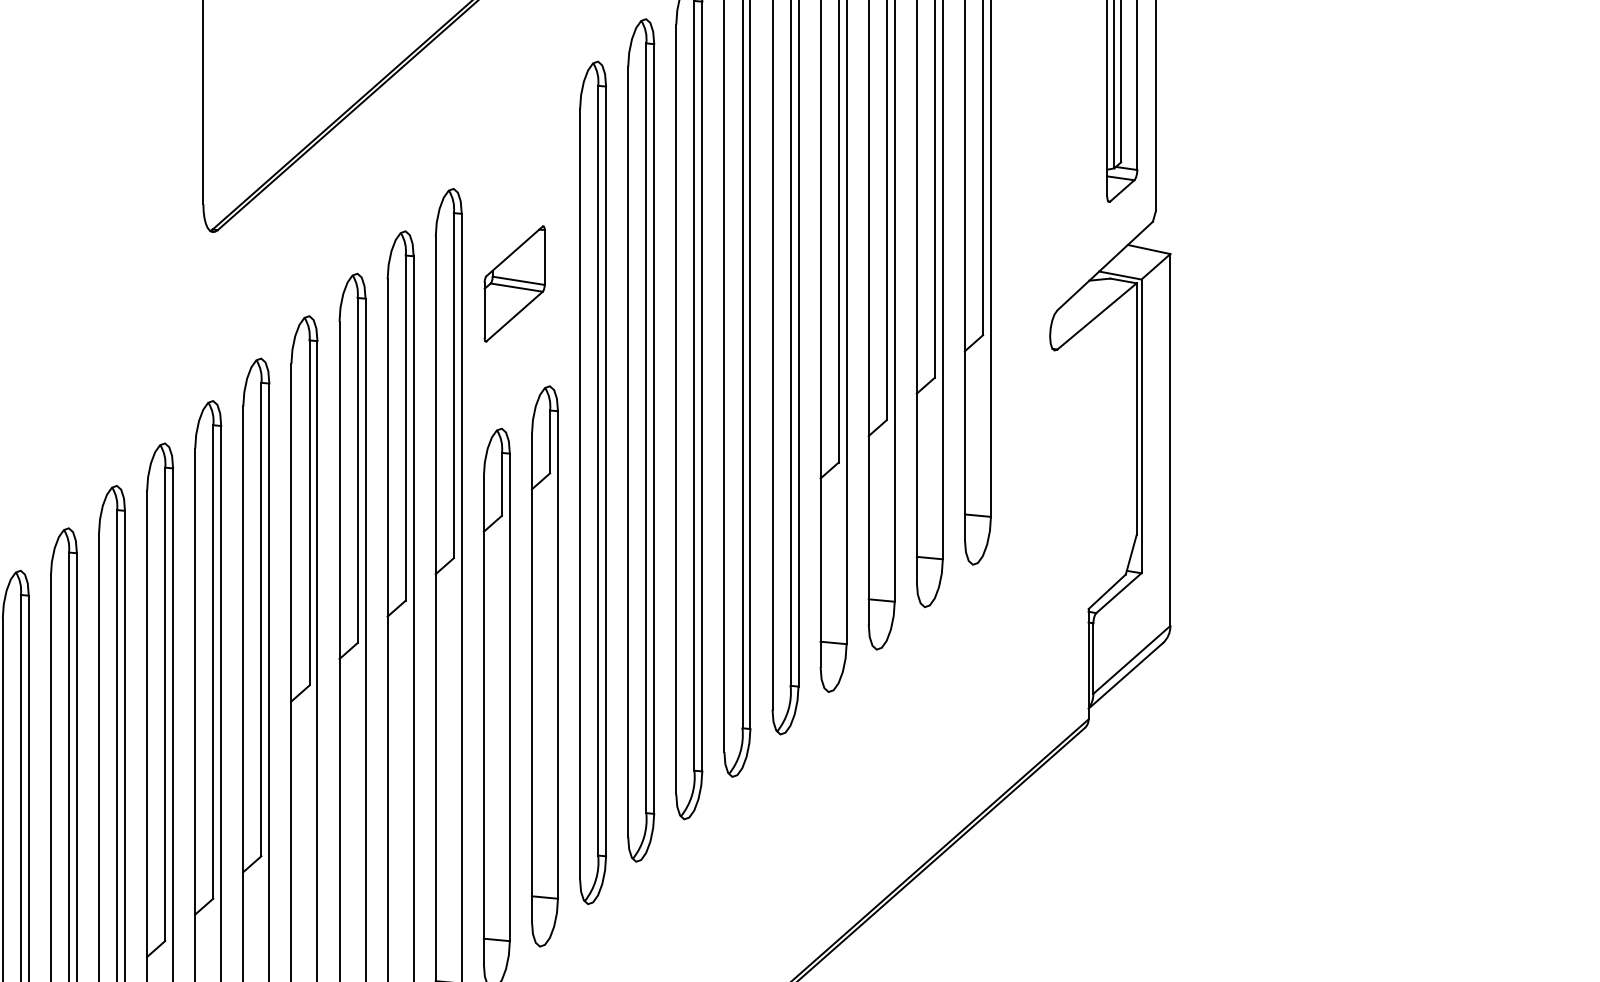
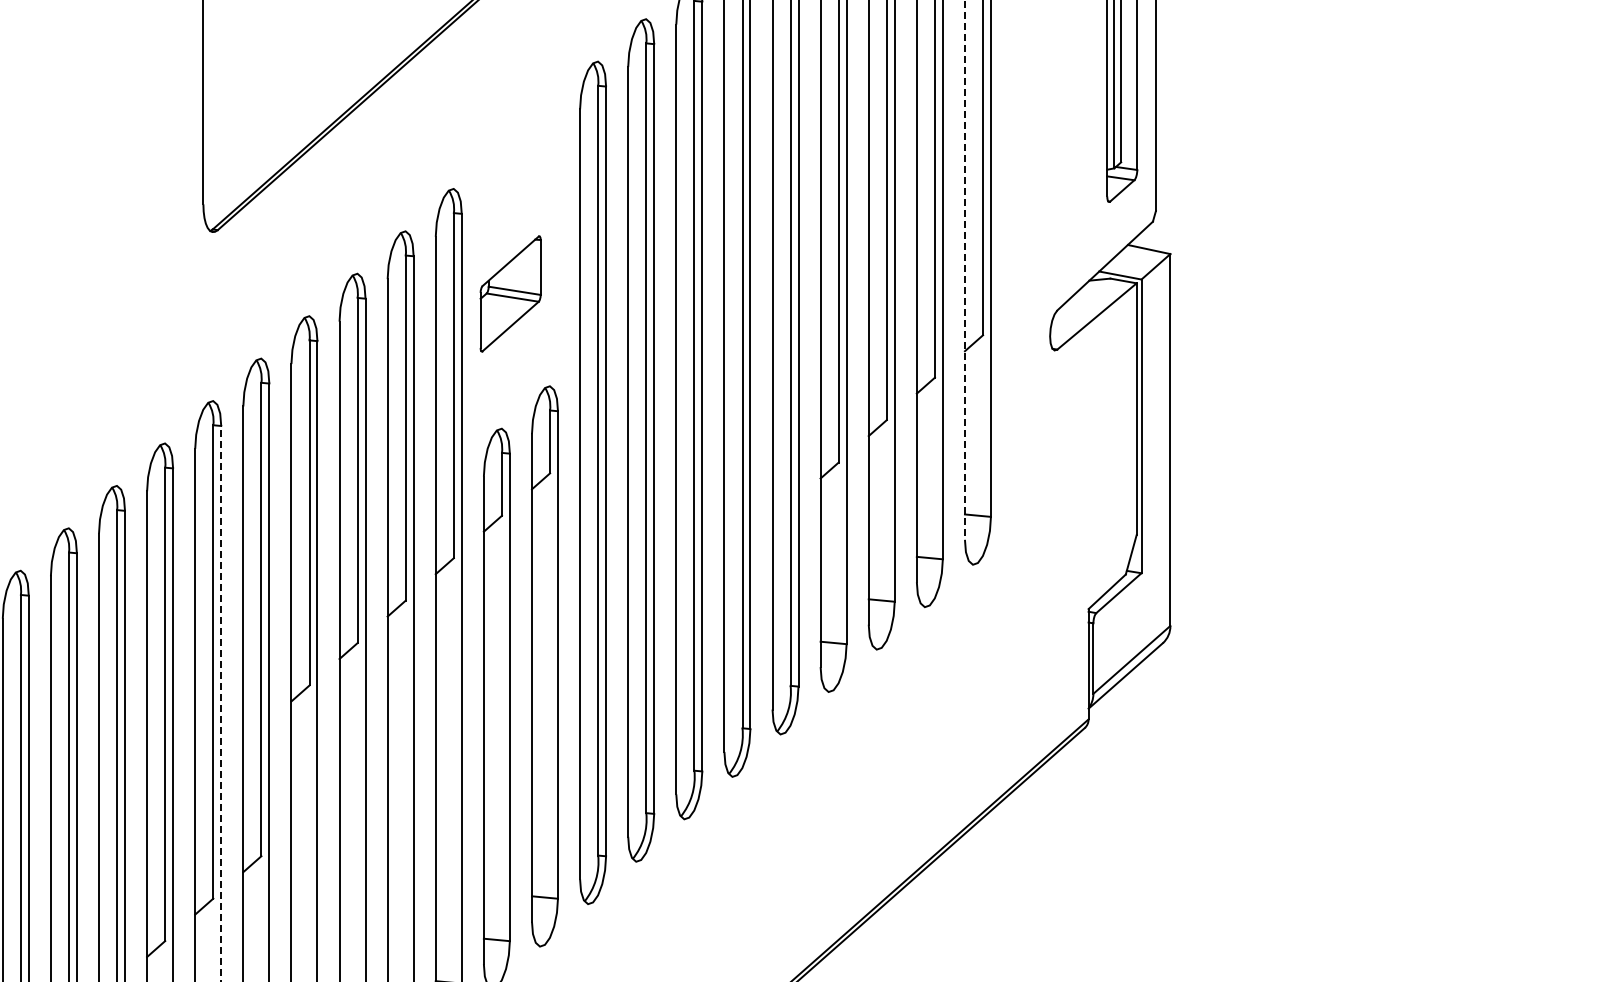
line at (964, 269): solid -> dashed
part at (514, 283) position: (514, 283) -> (510, 293)
line at (221, 703): solid -> dashed
